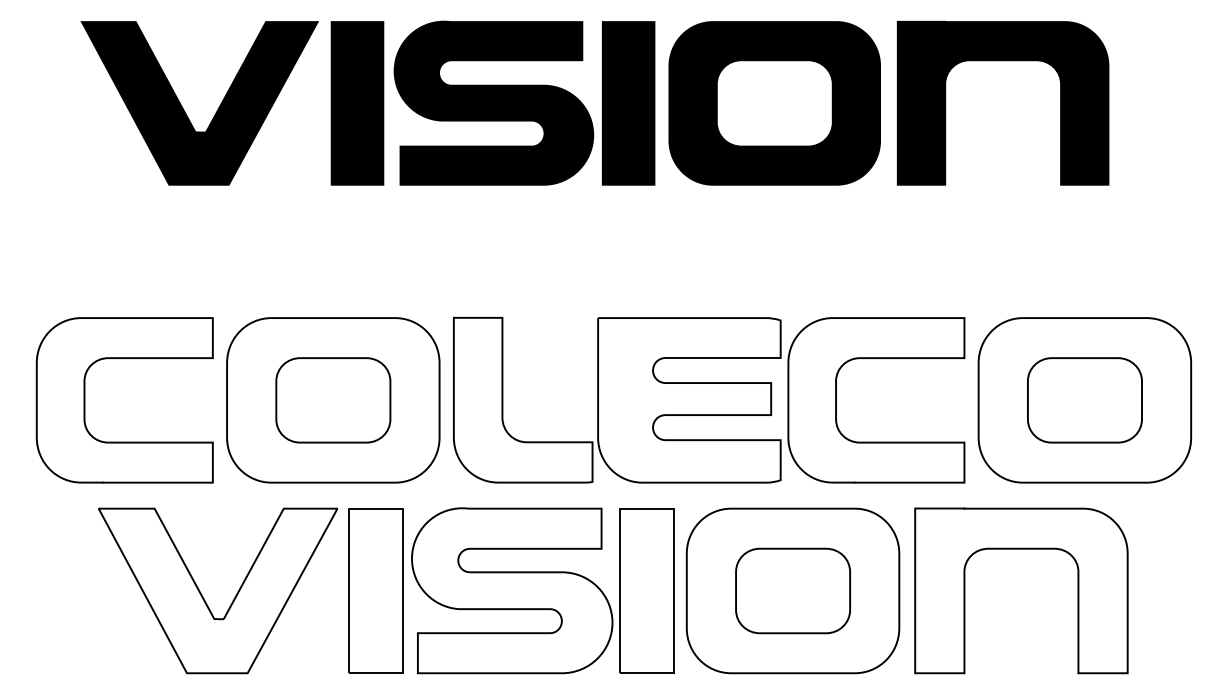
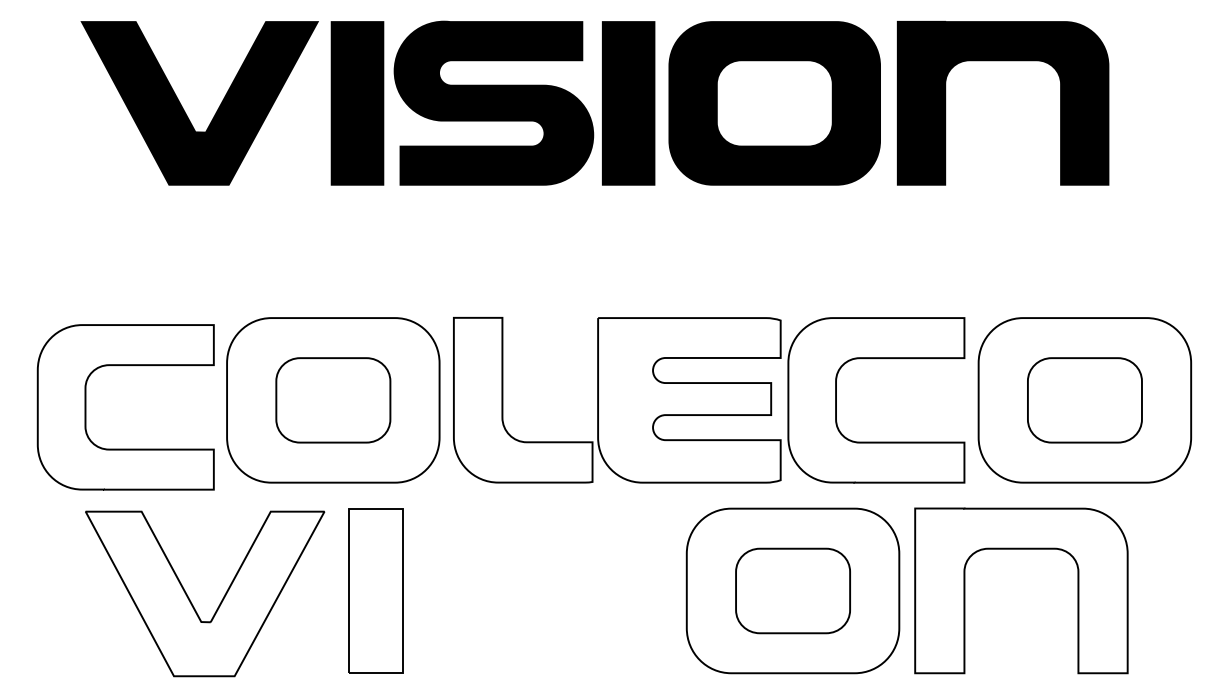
part at (85, 400) position: (85, 400) -> (86, 407)
part at (542, 590): present -> none
part at (204, 598) position: (204, 598) -> (191, 601)
